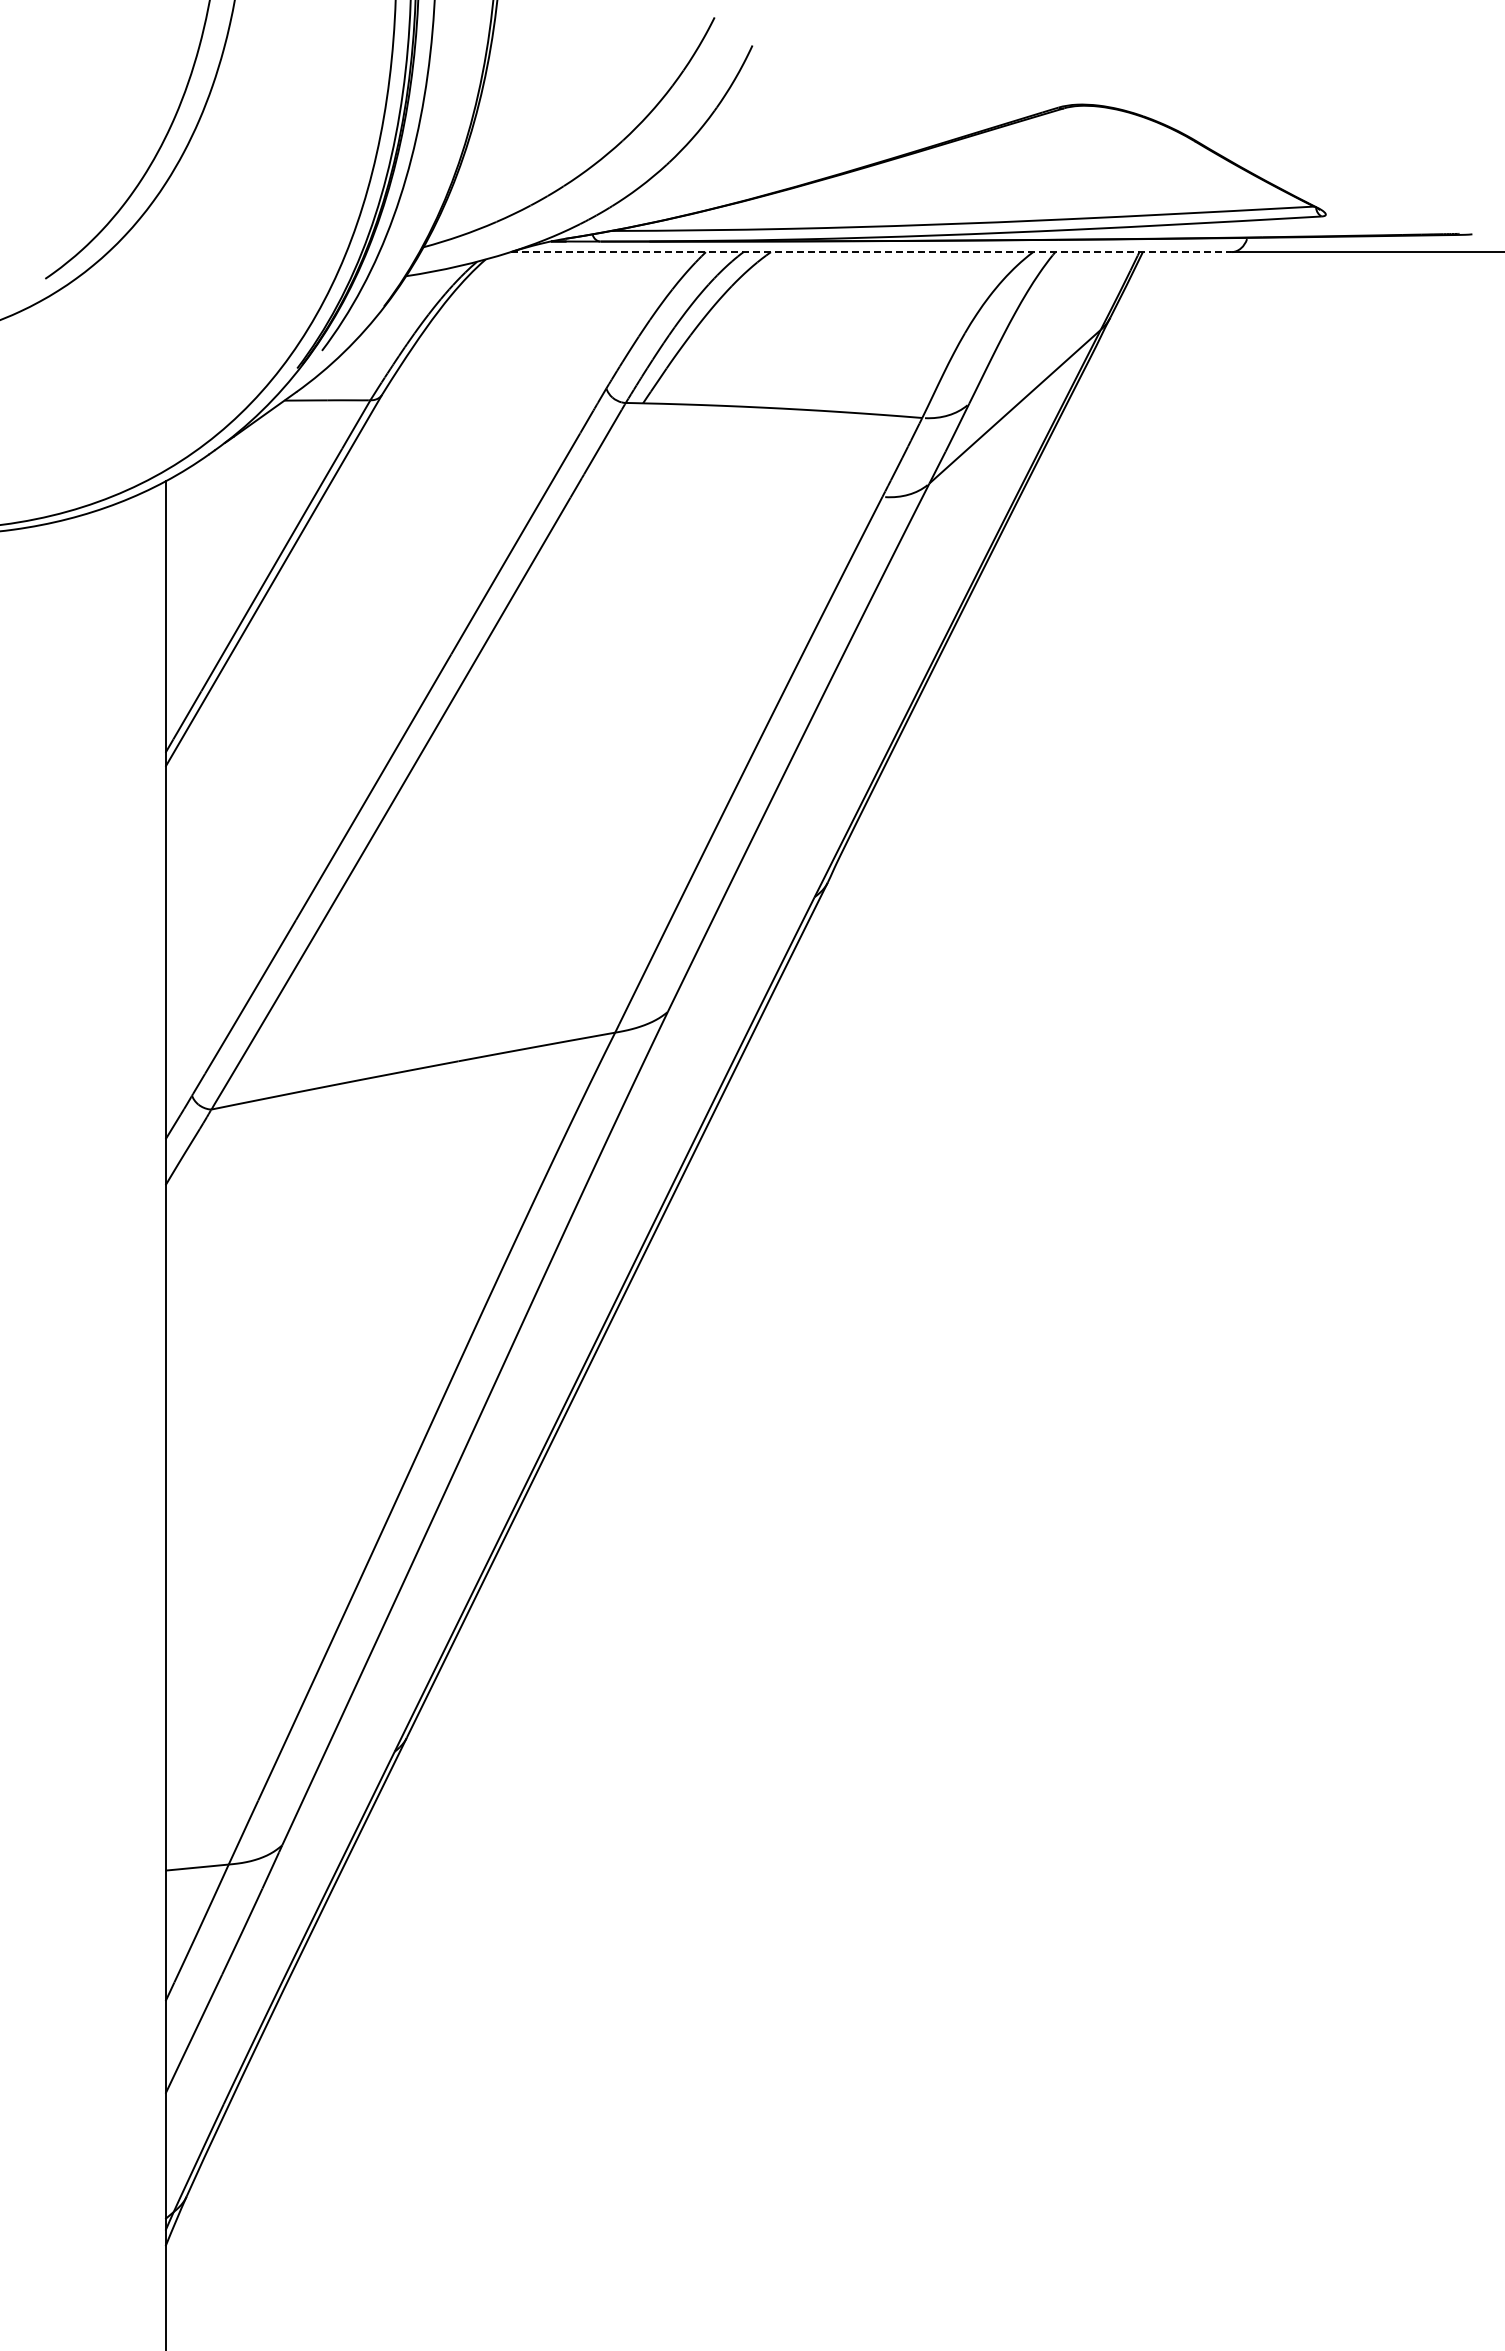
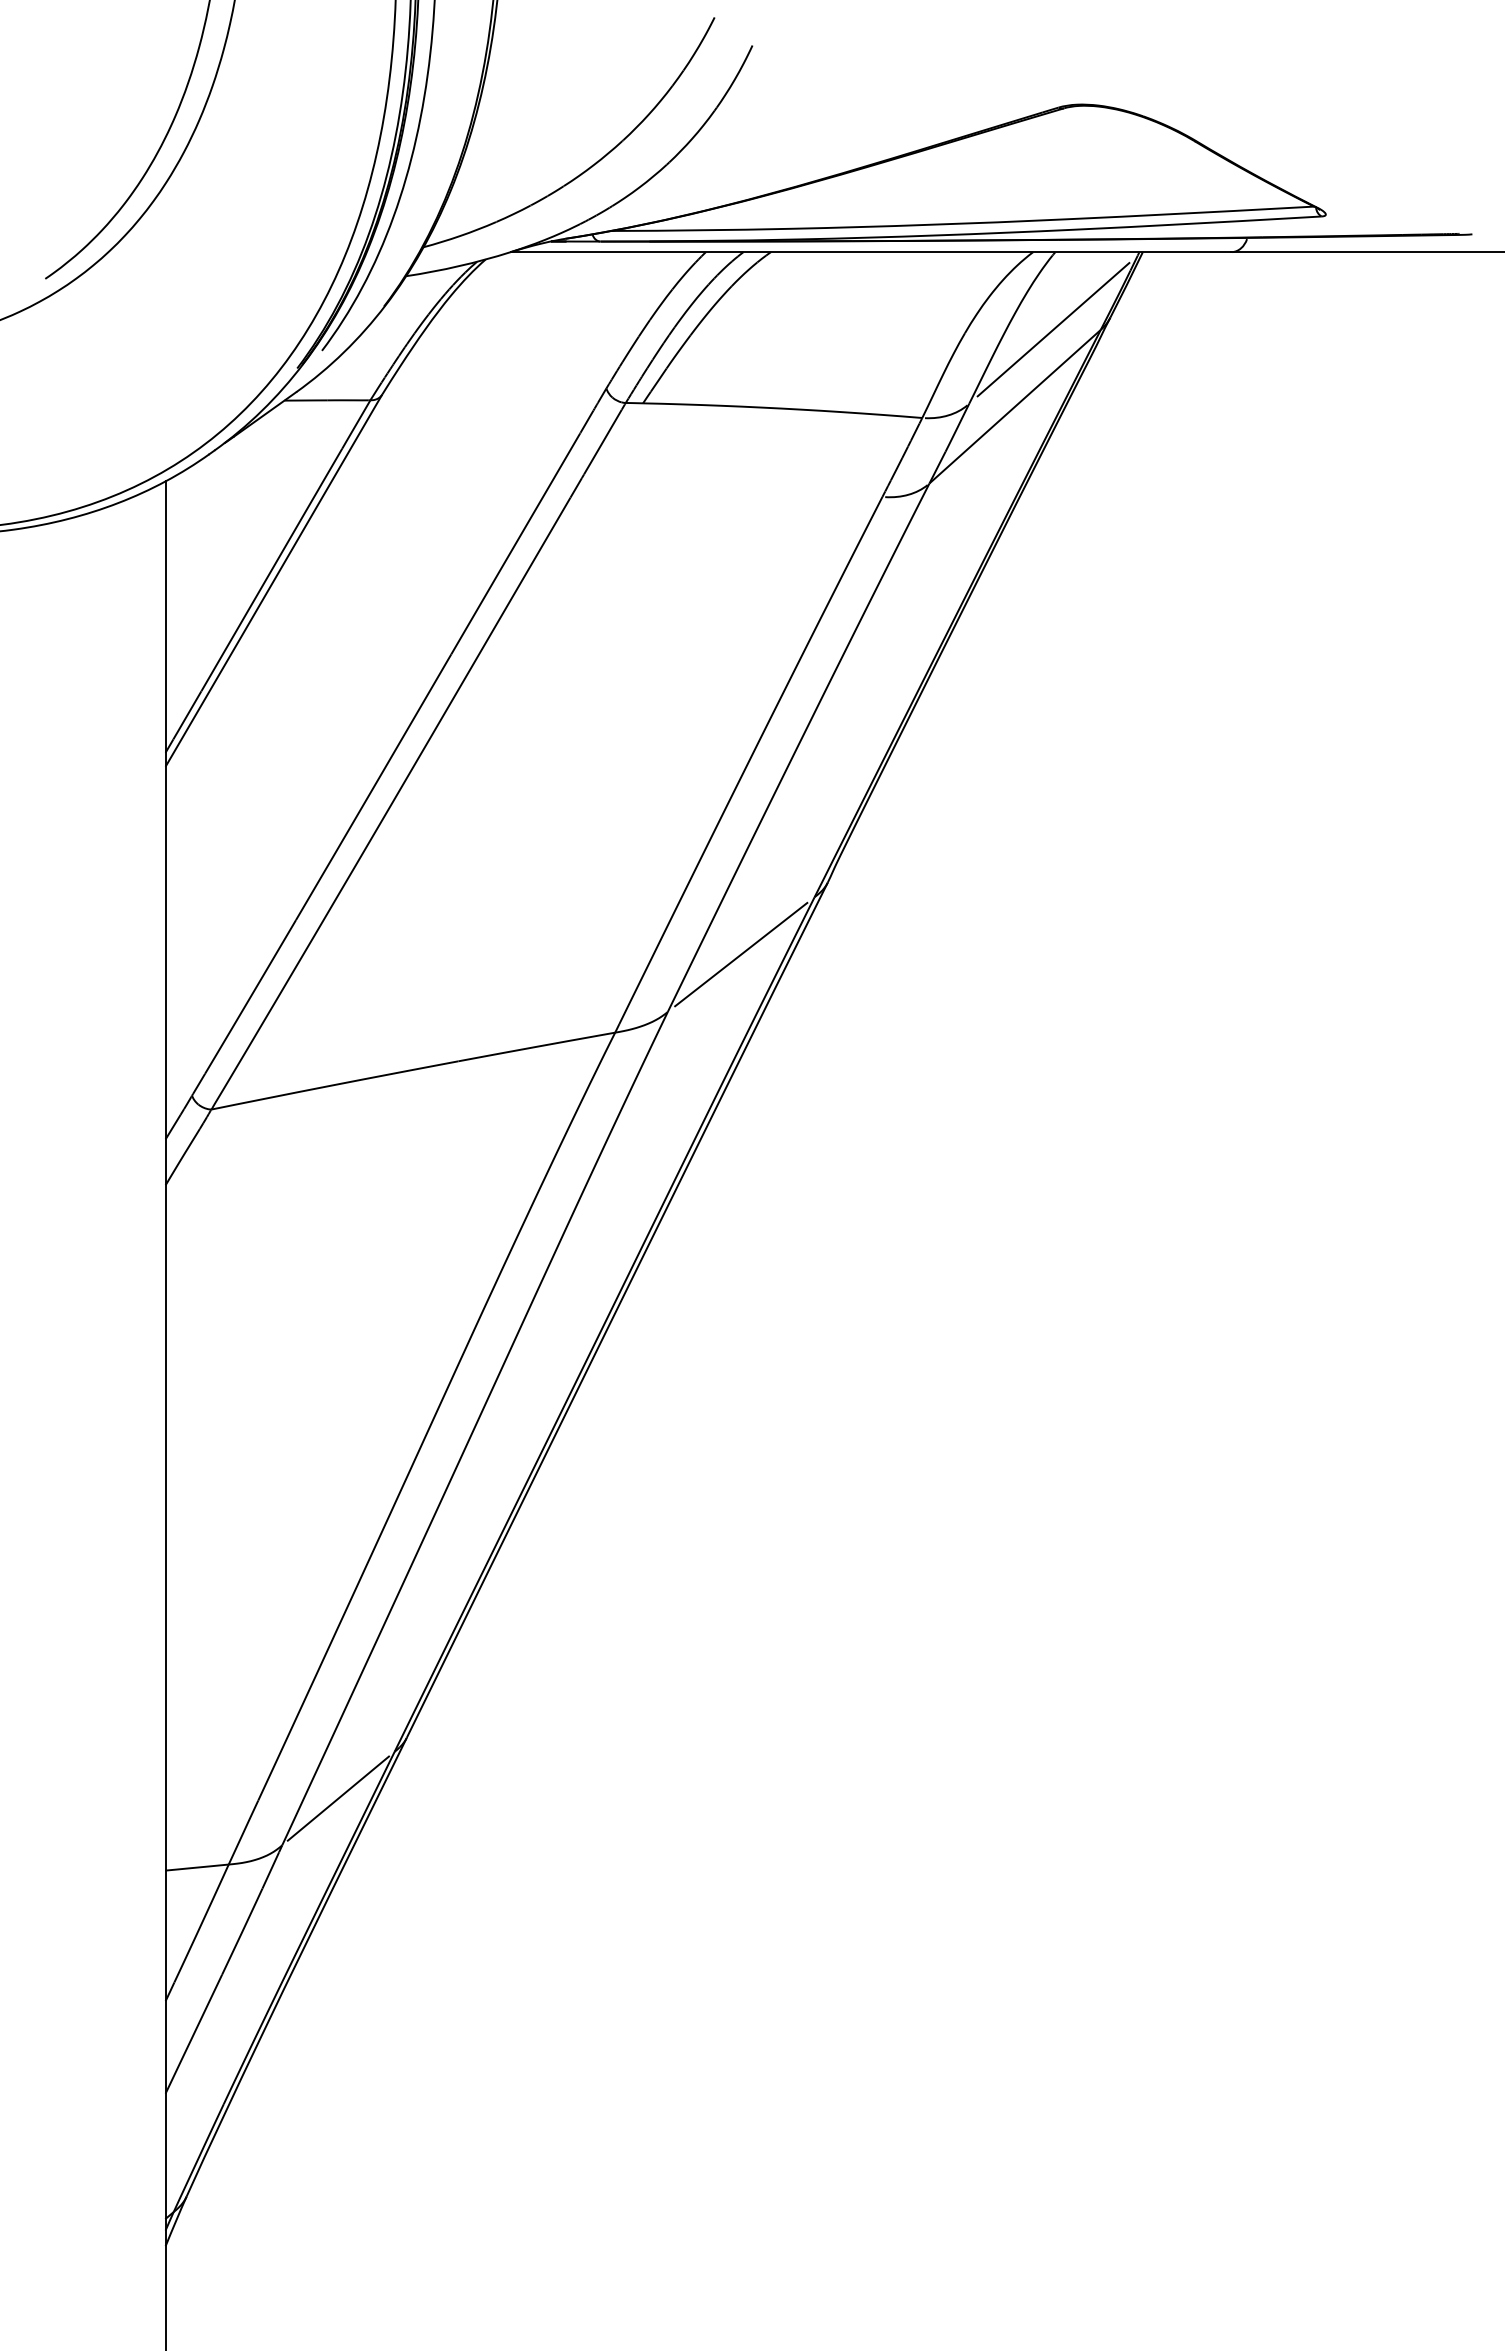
line at (871, 252): dashed -> solid
line at (1053, 329): none -> present
line at (741, 954): none -> present
line at (338, 1798): none -> present
